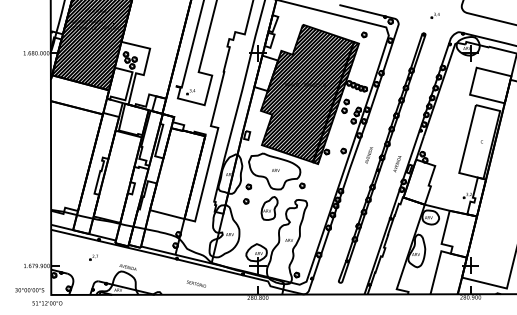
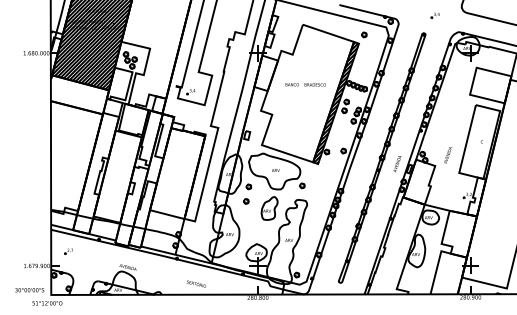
hatch at (307, 93): present -> none
text at (368, 155) position: (368, 155) -> (447, 155)
part at (93, 257) position: (93, 257) -> (68, 251)
